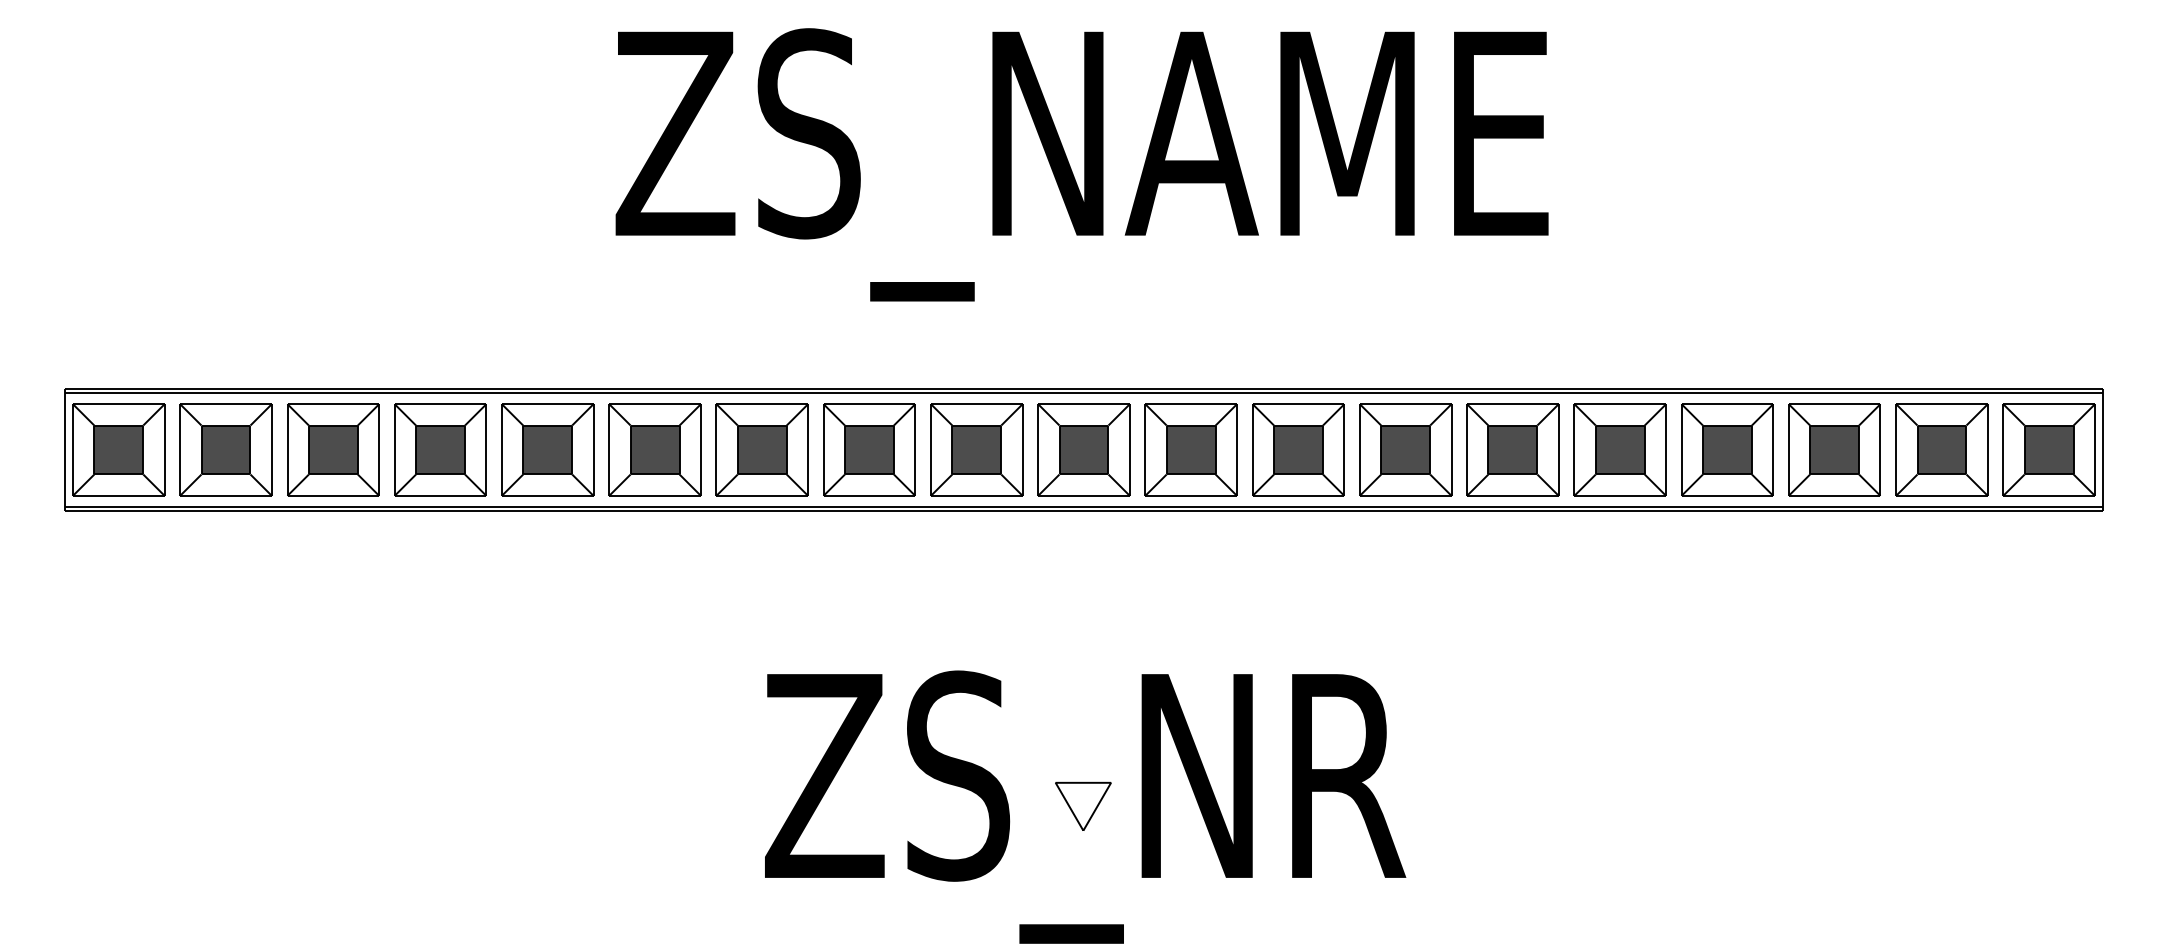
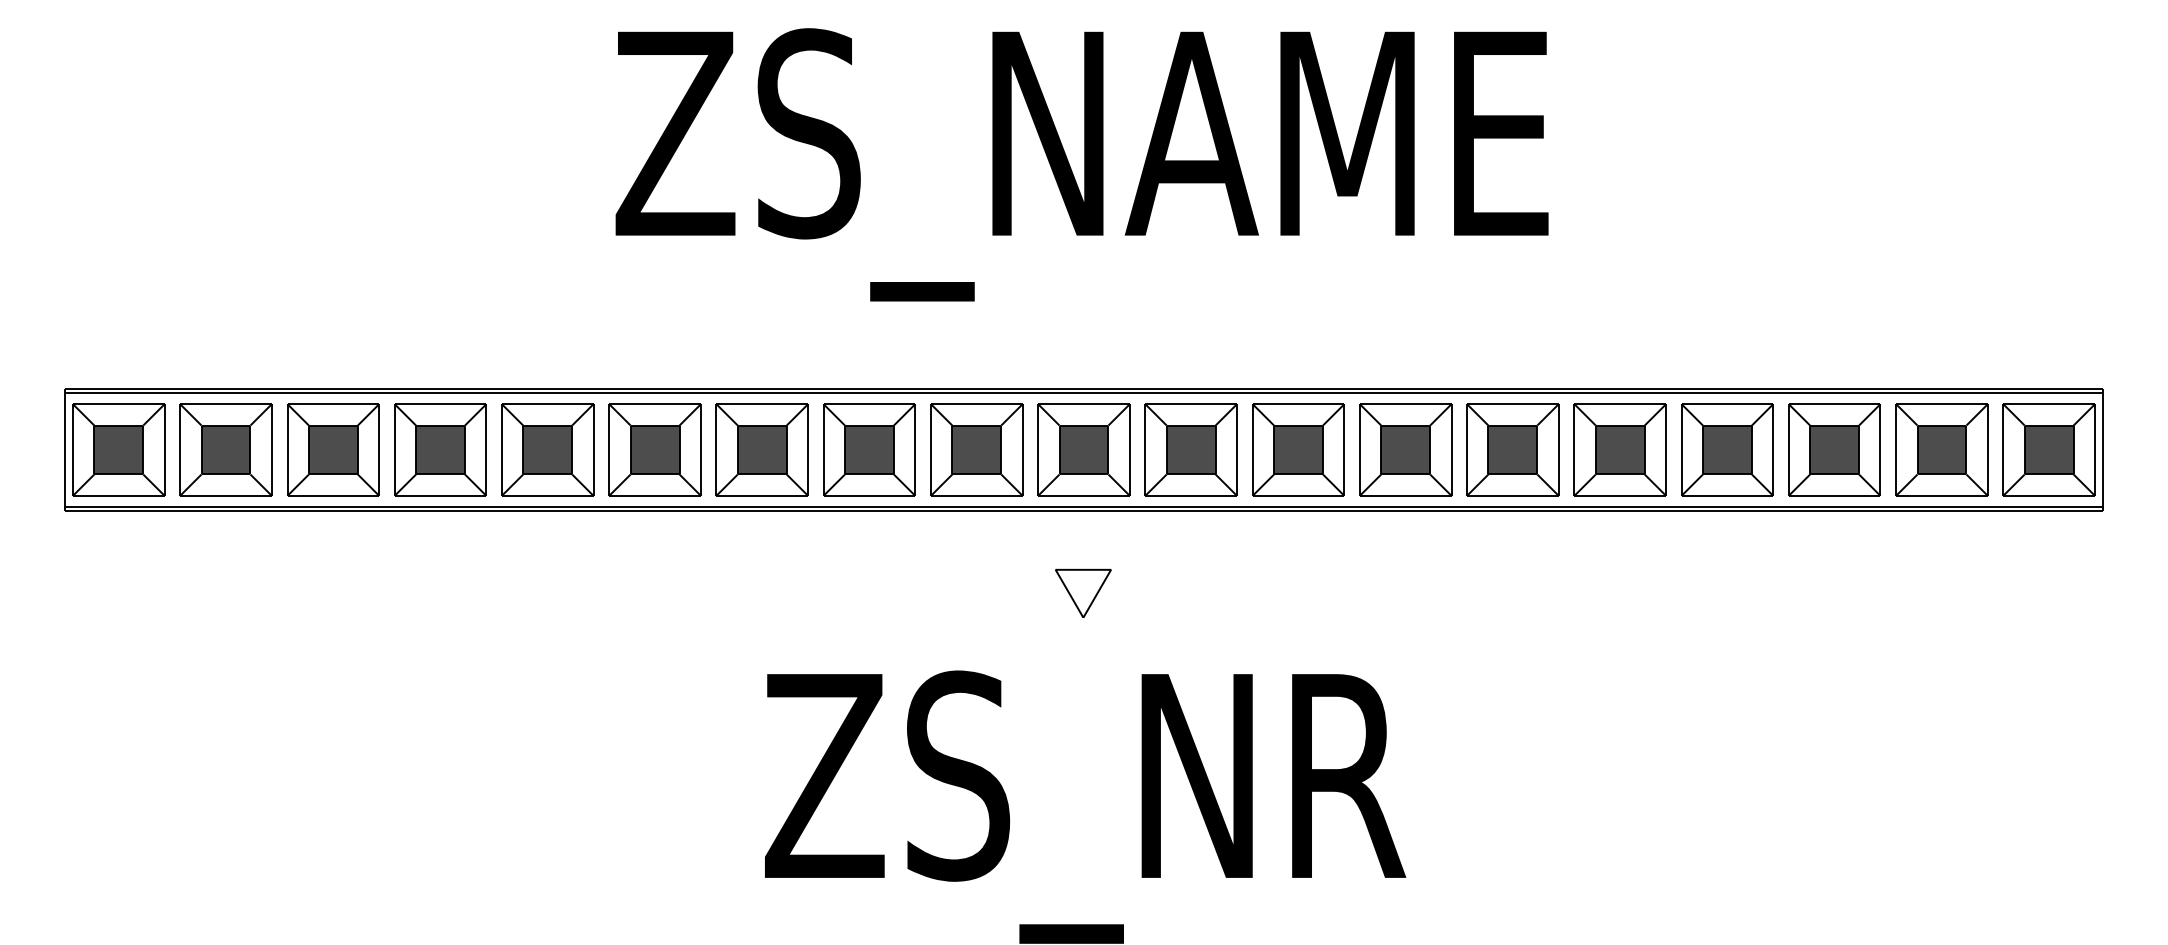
part at (1083, 805) position: (1083, 805) -> (1083, 592)
